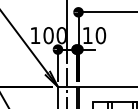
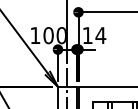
text at (100, 35): 10 -> 14
